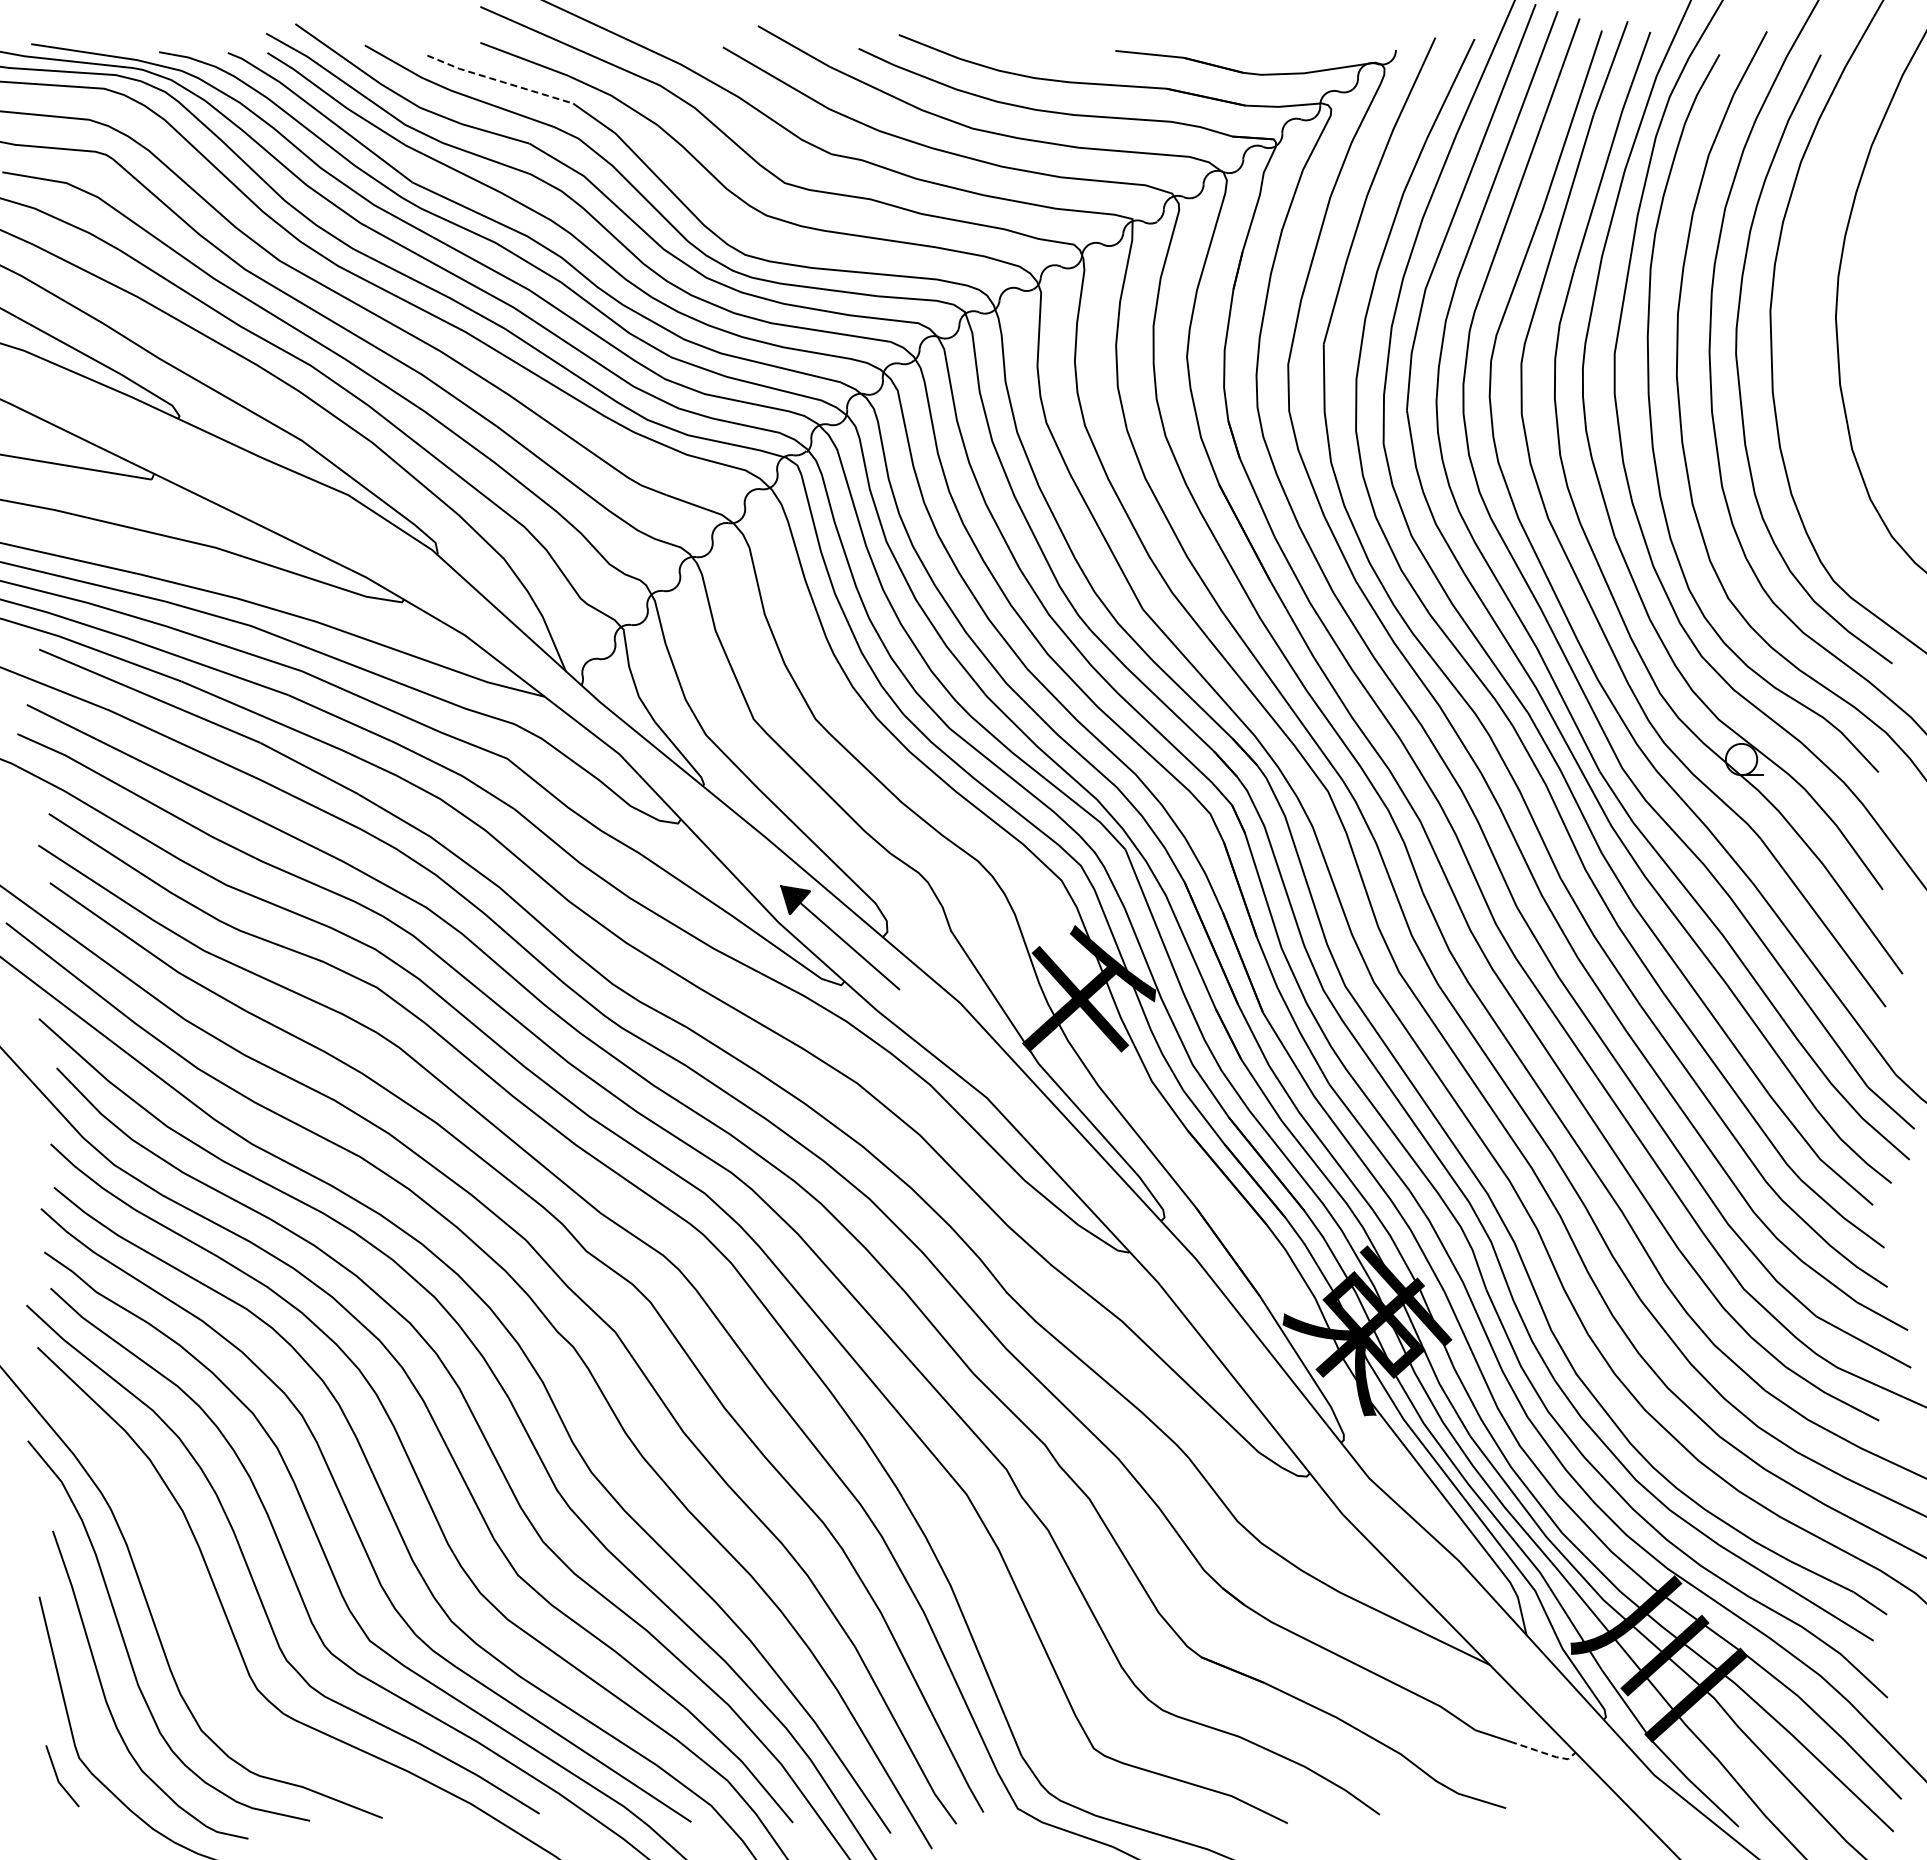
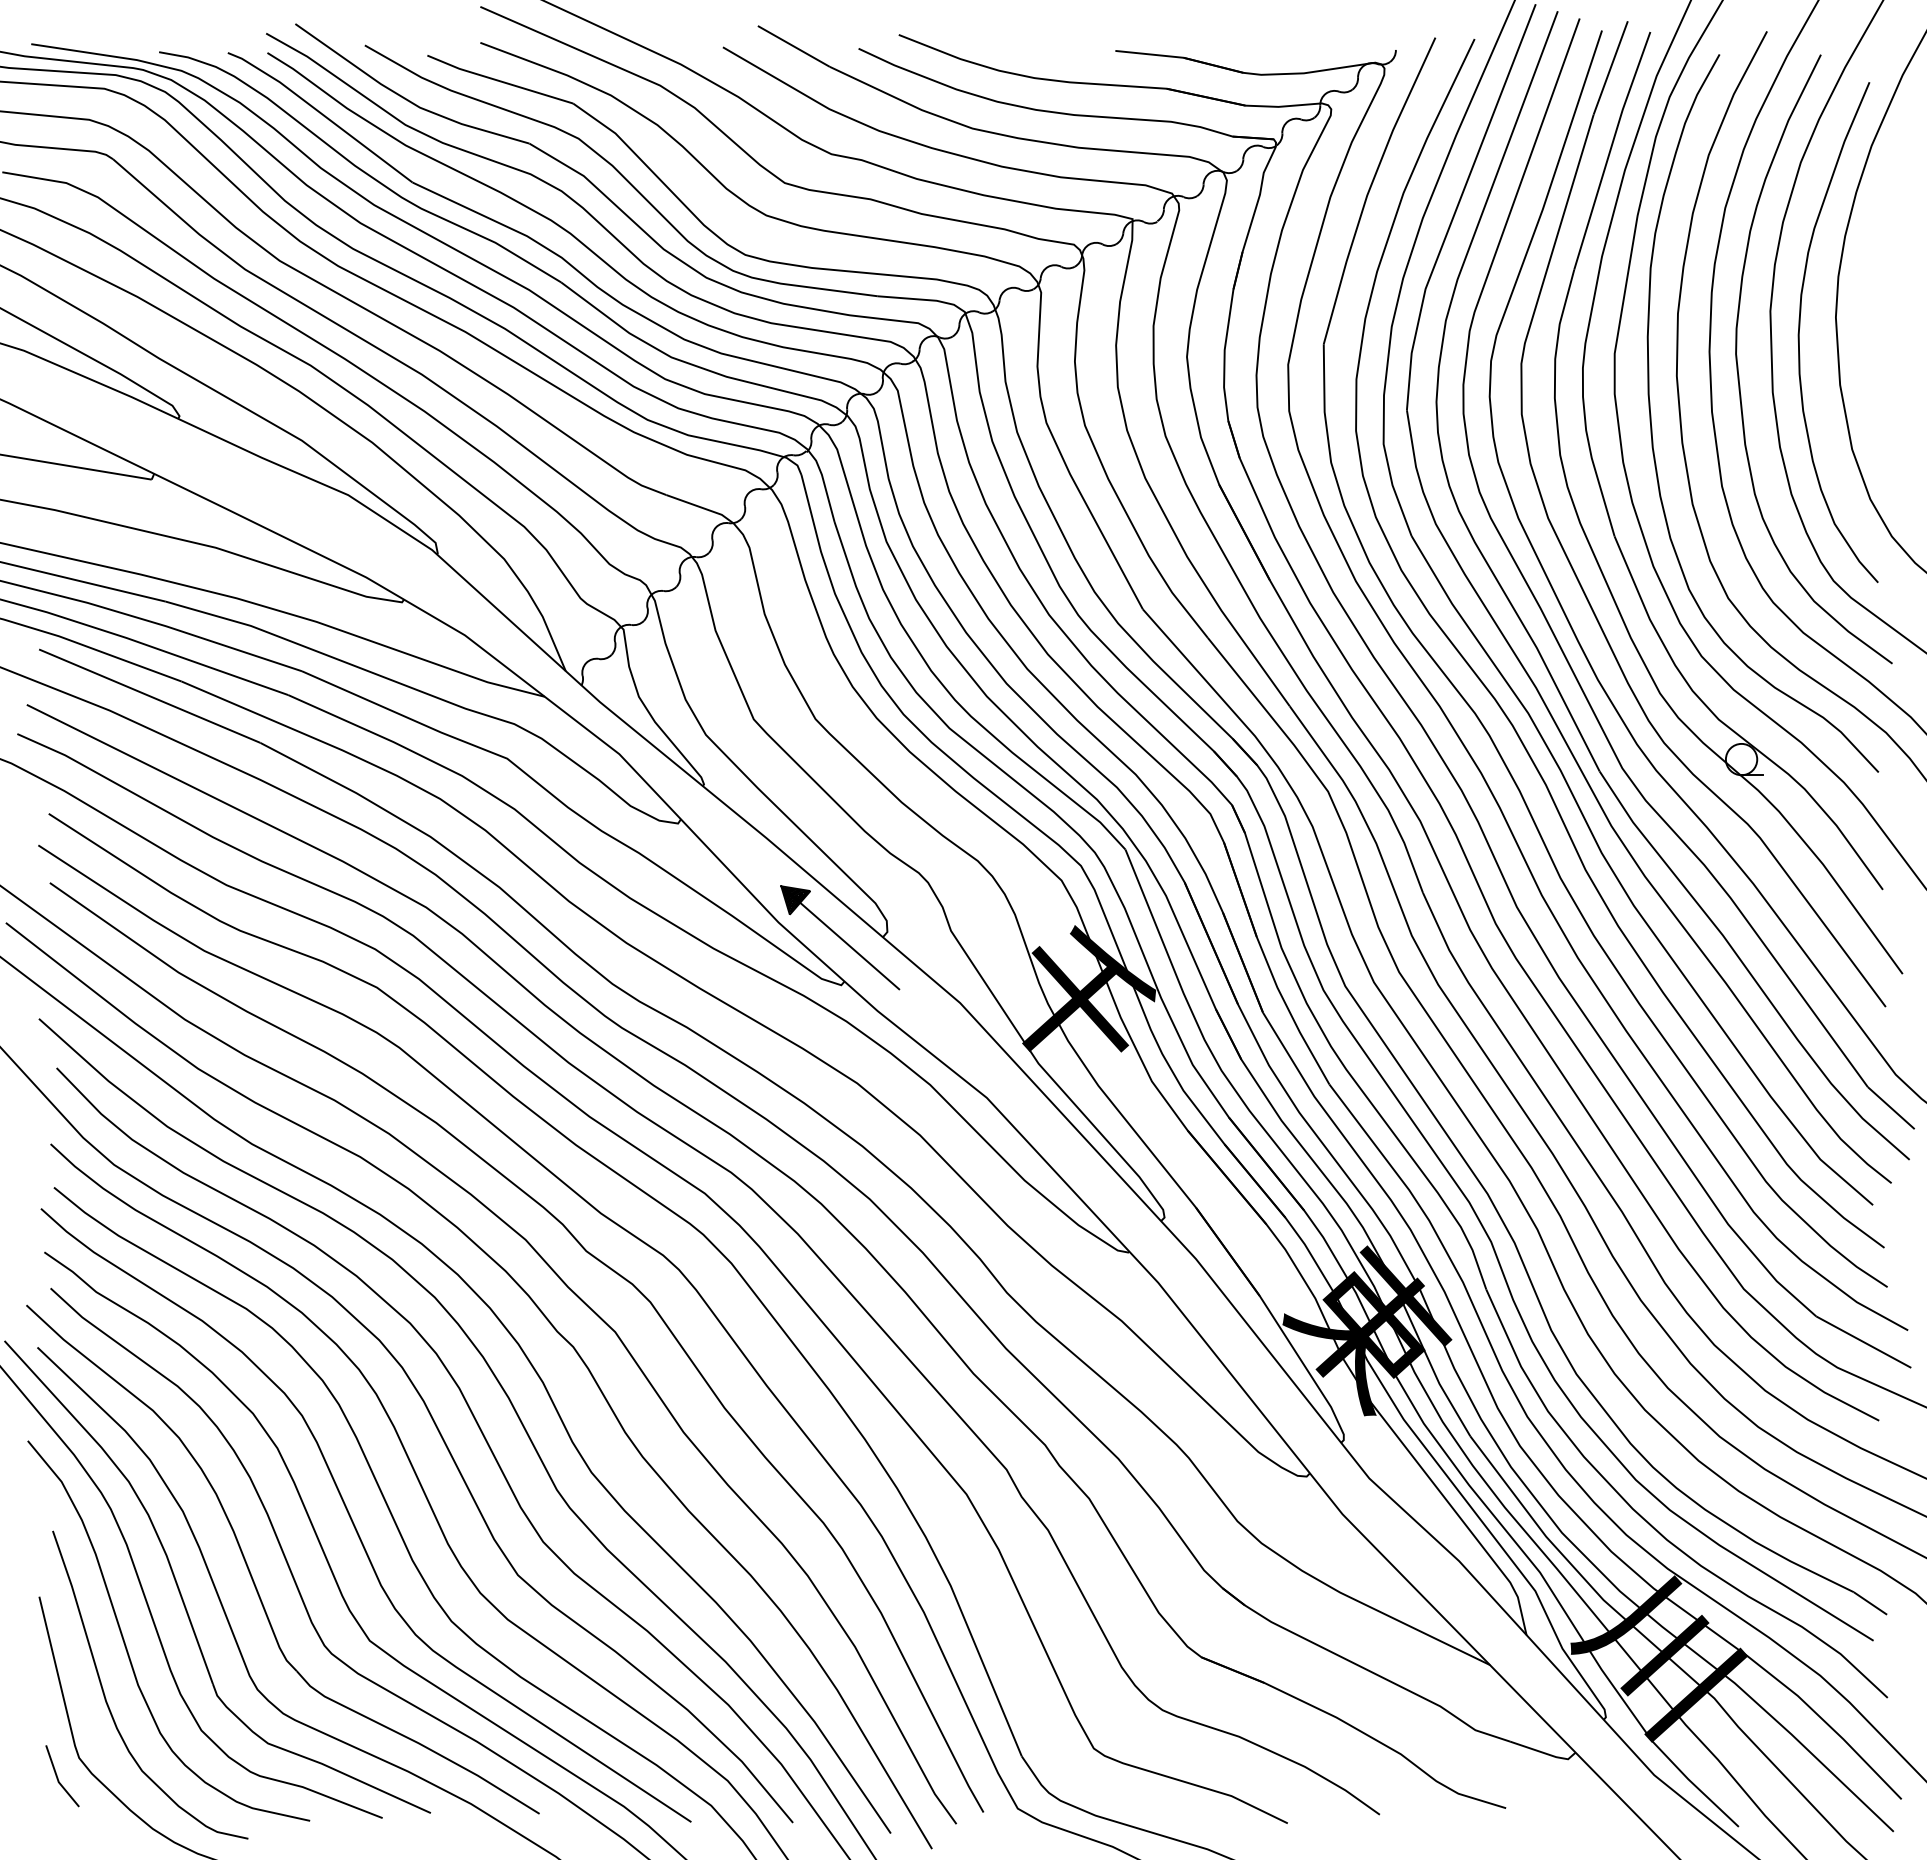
line at (499, 81): dashed -> solid
curve at (1800, 327): none -> present
part at (179, 1587): none -> present
line at (1545, 1753): dashed -> solid
